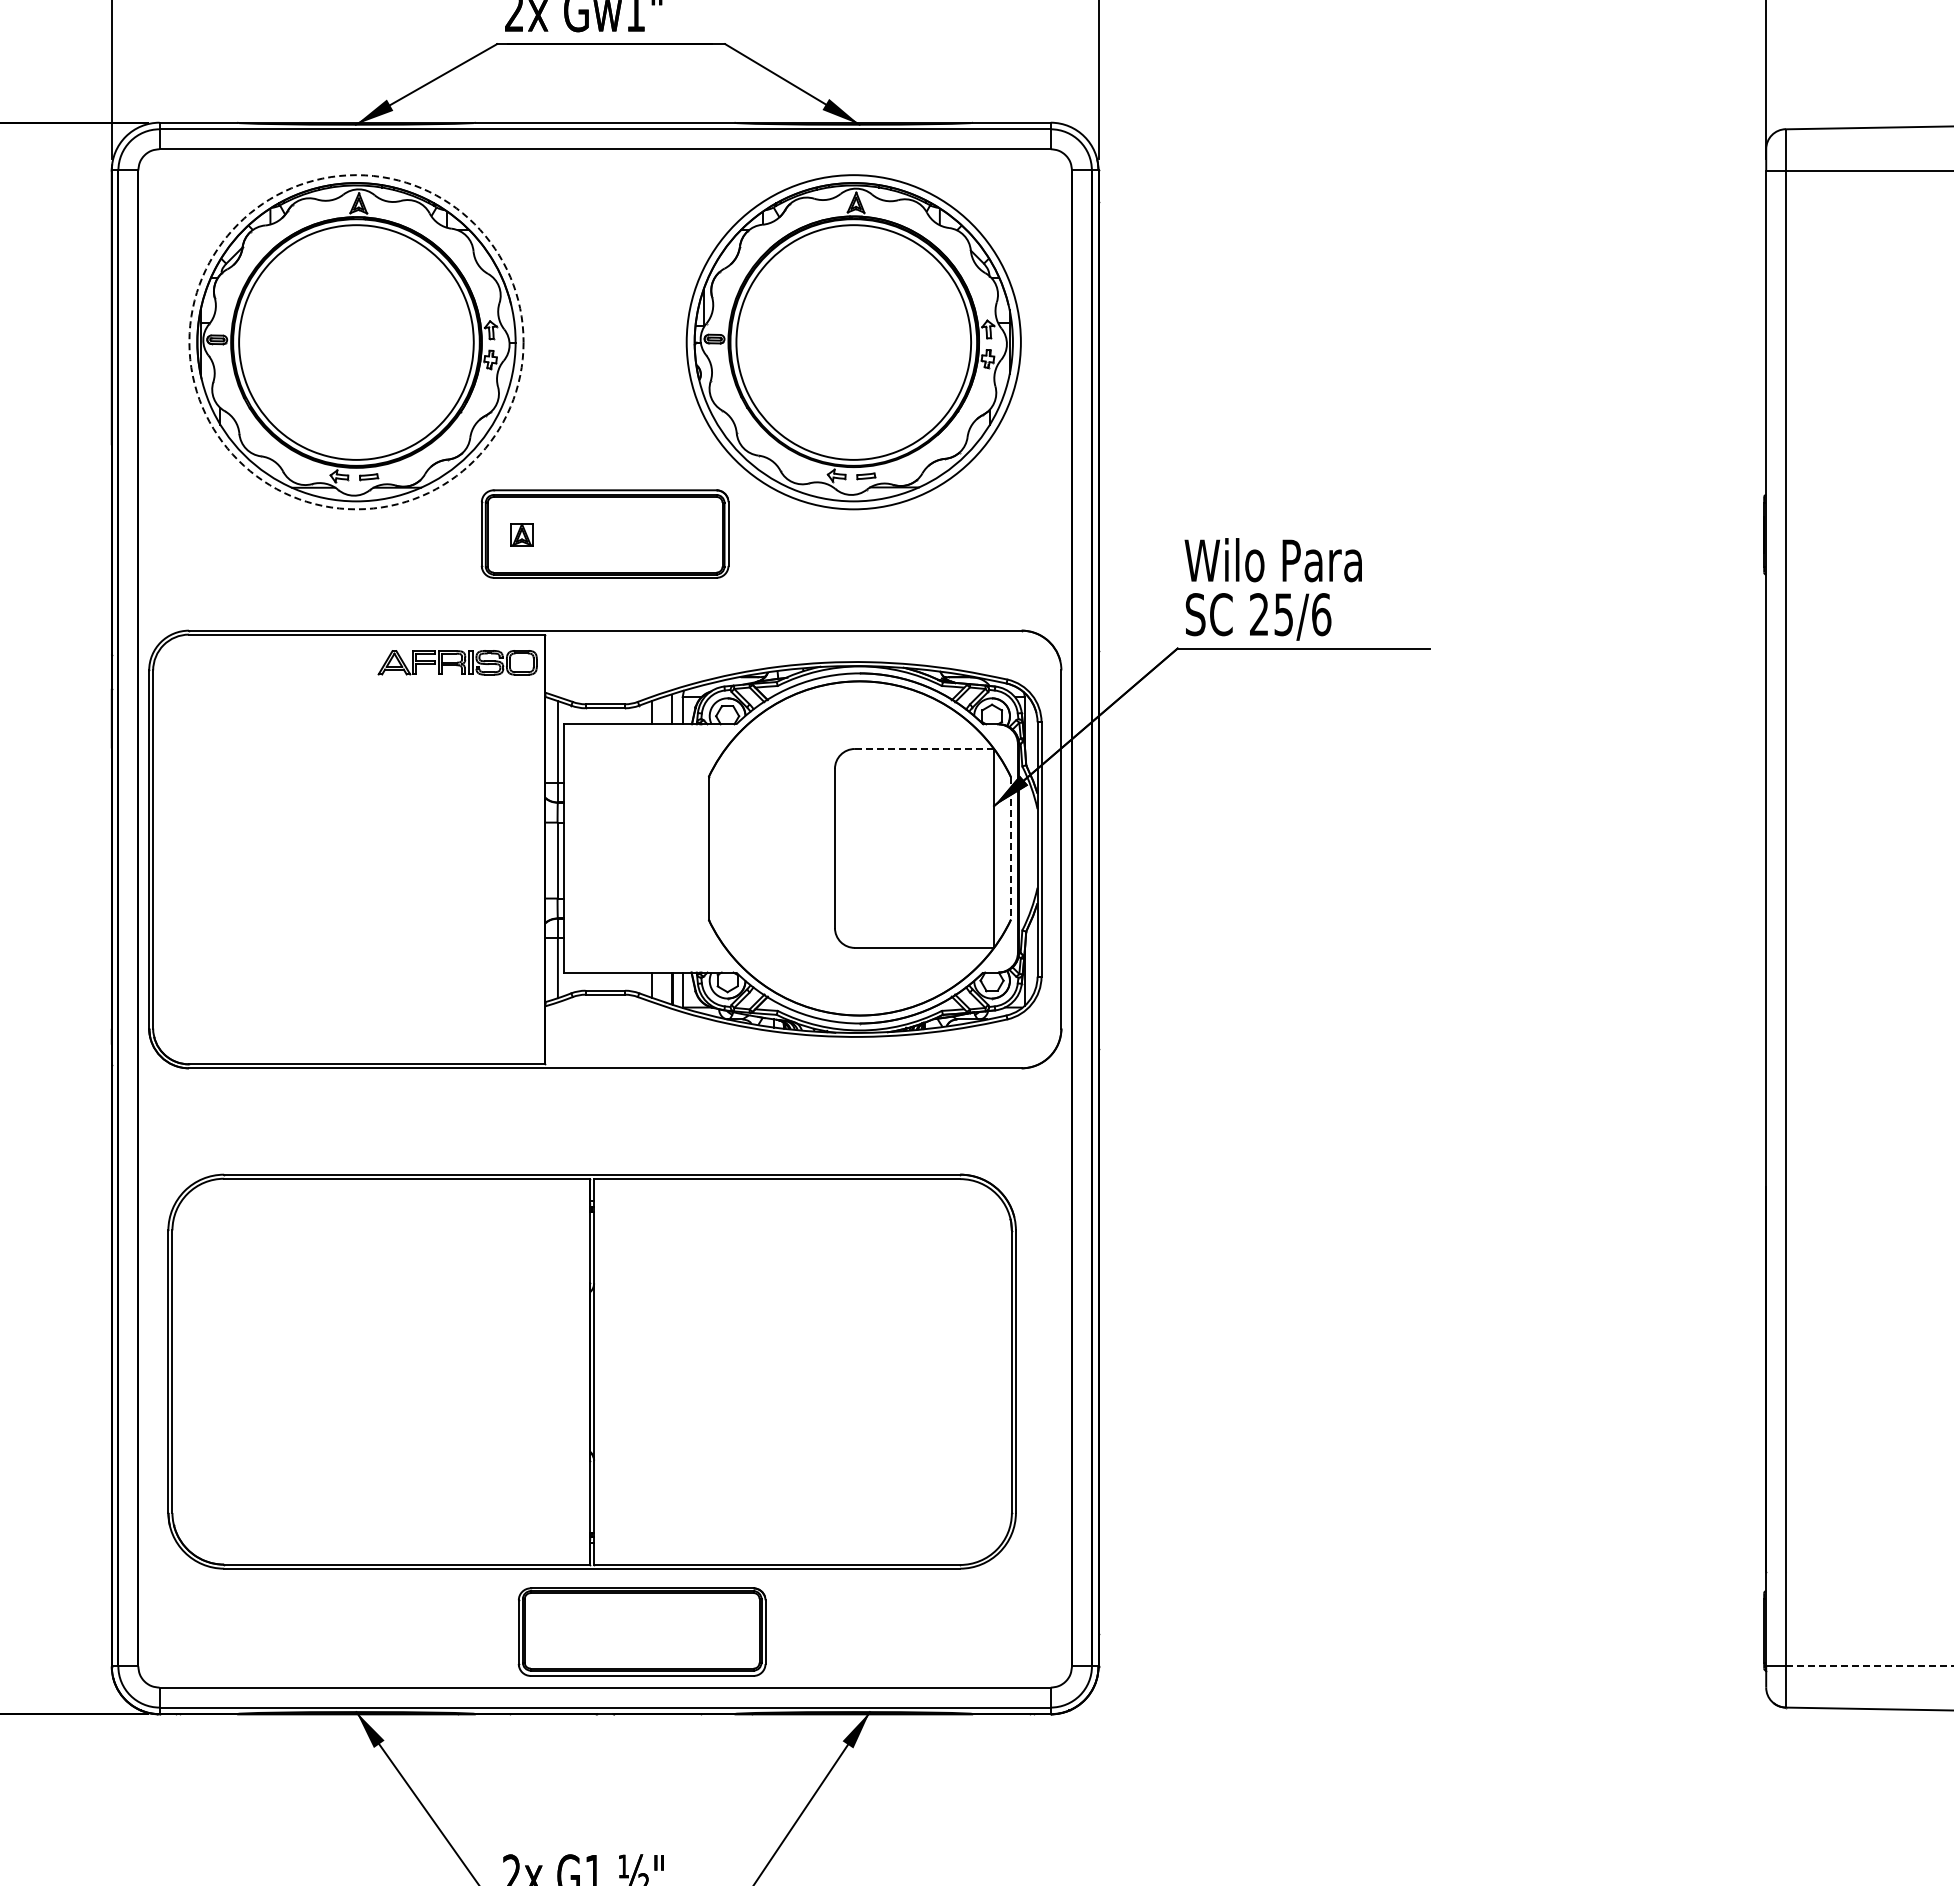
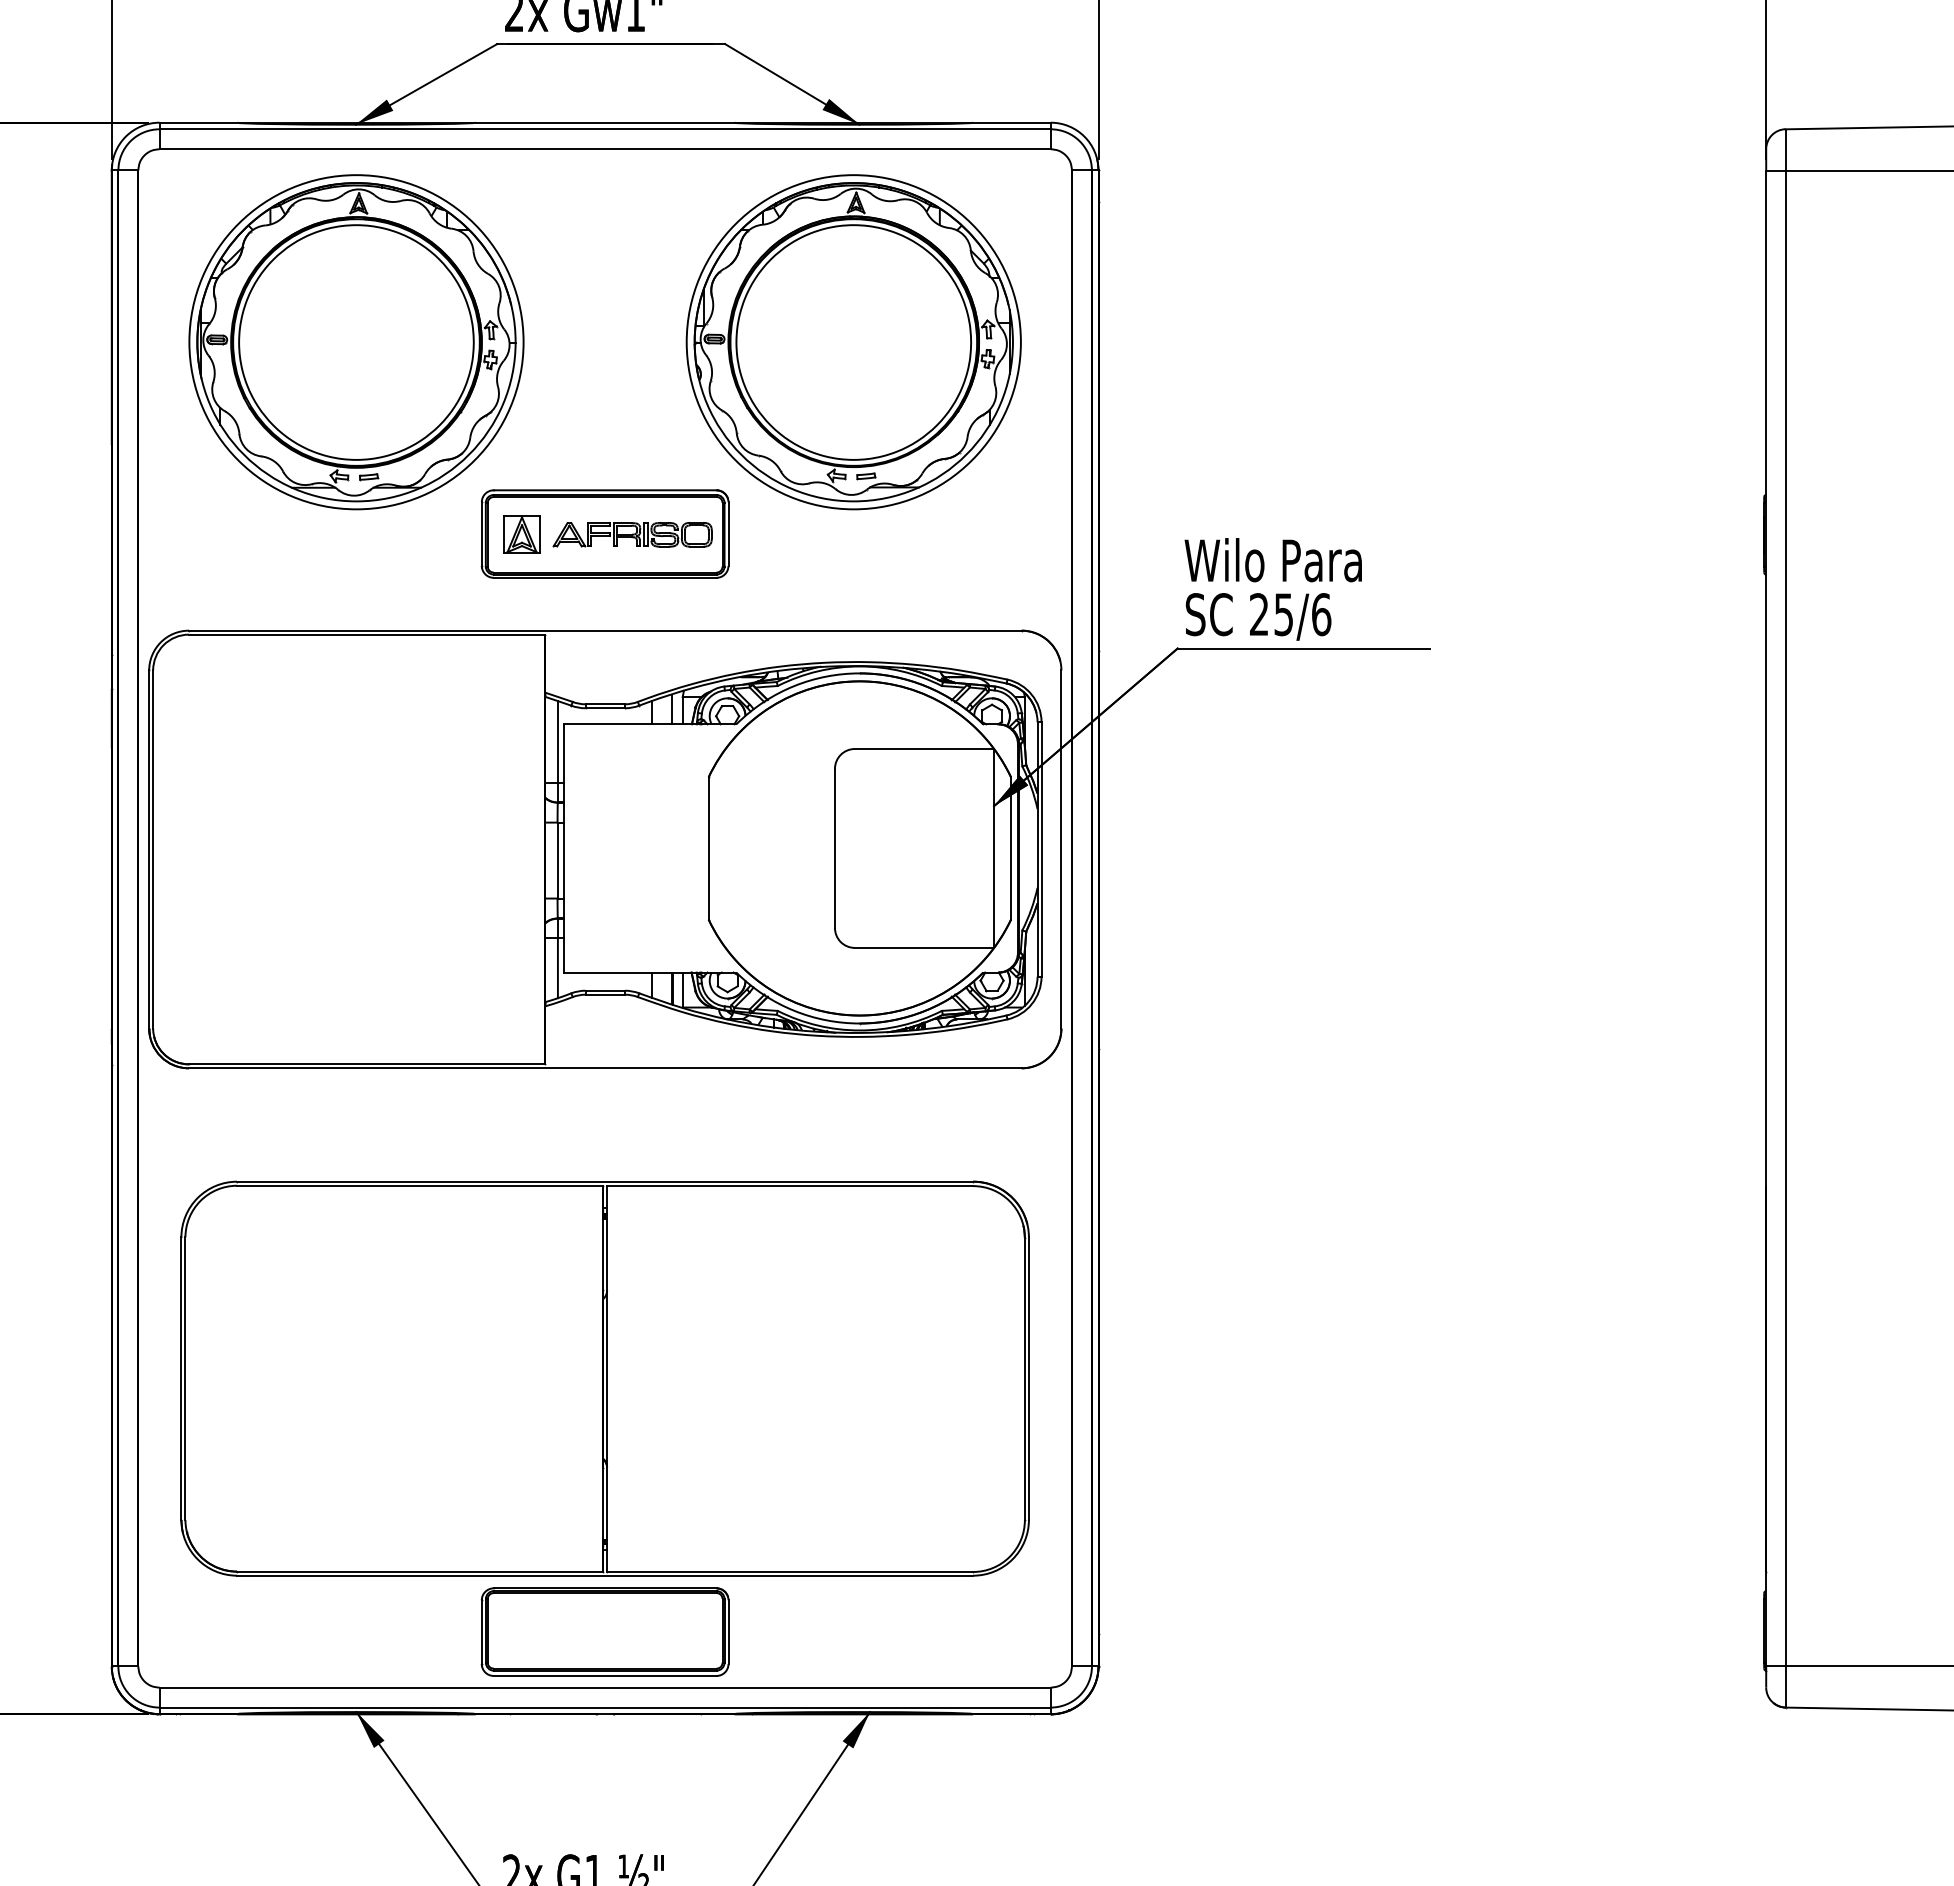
circle at (356, 342): dashed -> solid
part at (521, 534) size: 24x24 px -> 38x39 px
part at (457, 662) position: (457, 662) -> (632, 534)
line at (924, 749): dashed -> solid
line at (1011, 848): dashed -> solid
part at (591, 1371) position: (591, 1371) -> (604, 1378)
part at (641, 1631) position: (641, 1631) -> (604, 1631)
line at (1869, 1666): dashed -> solid
